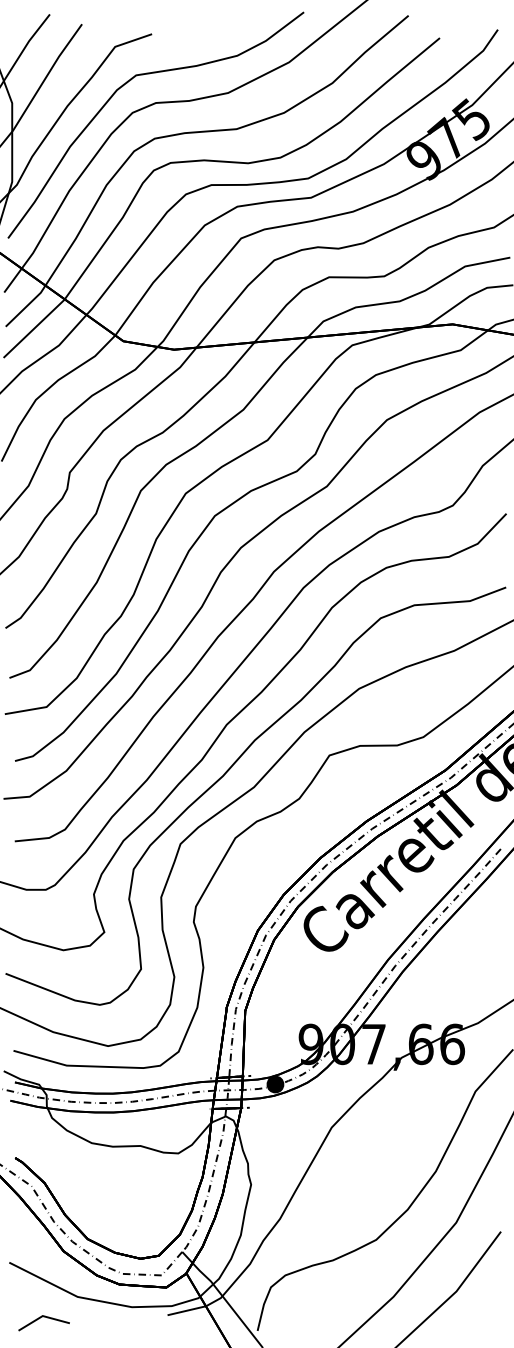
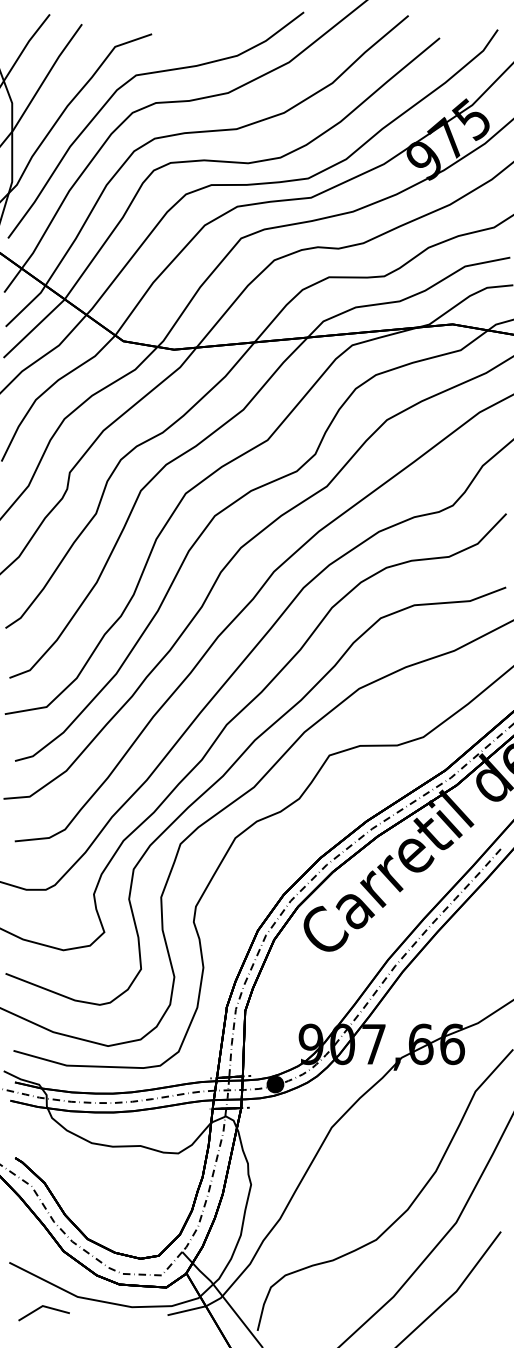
line at (39, 1319) position: (39, 1319) -> (39, 1309)
